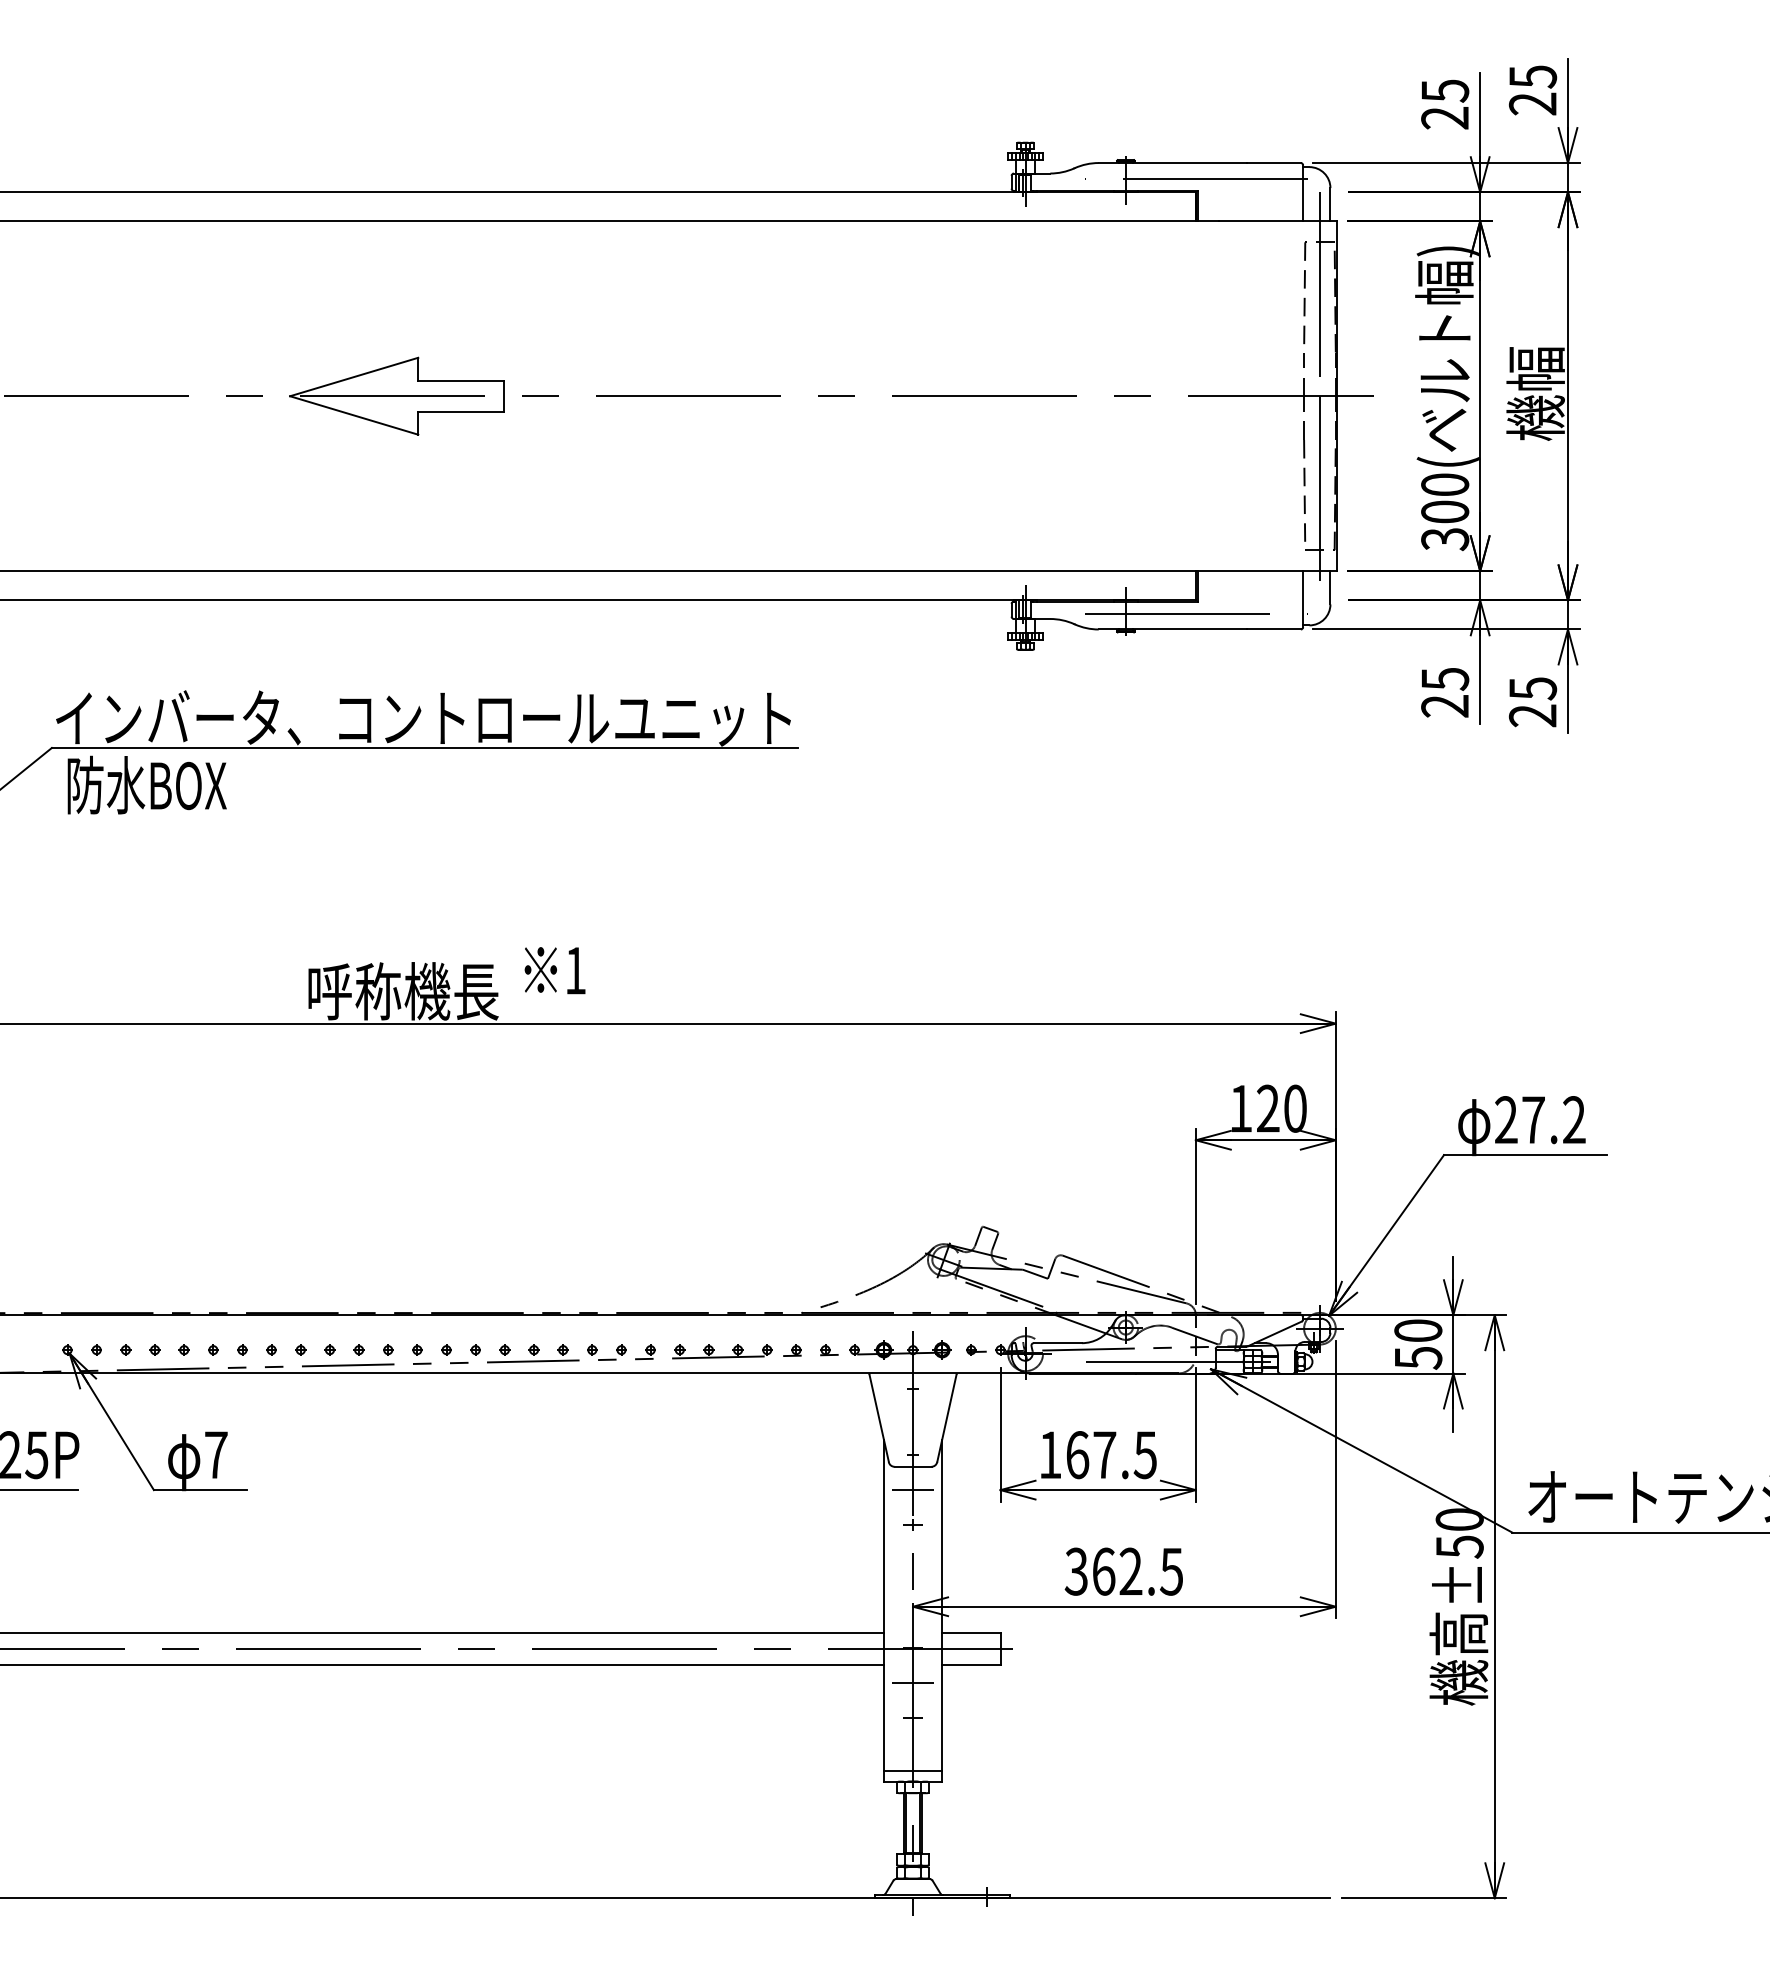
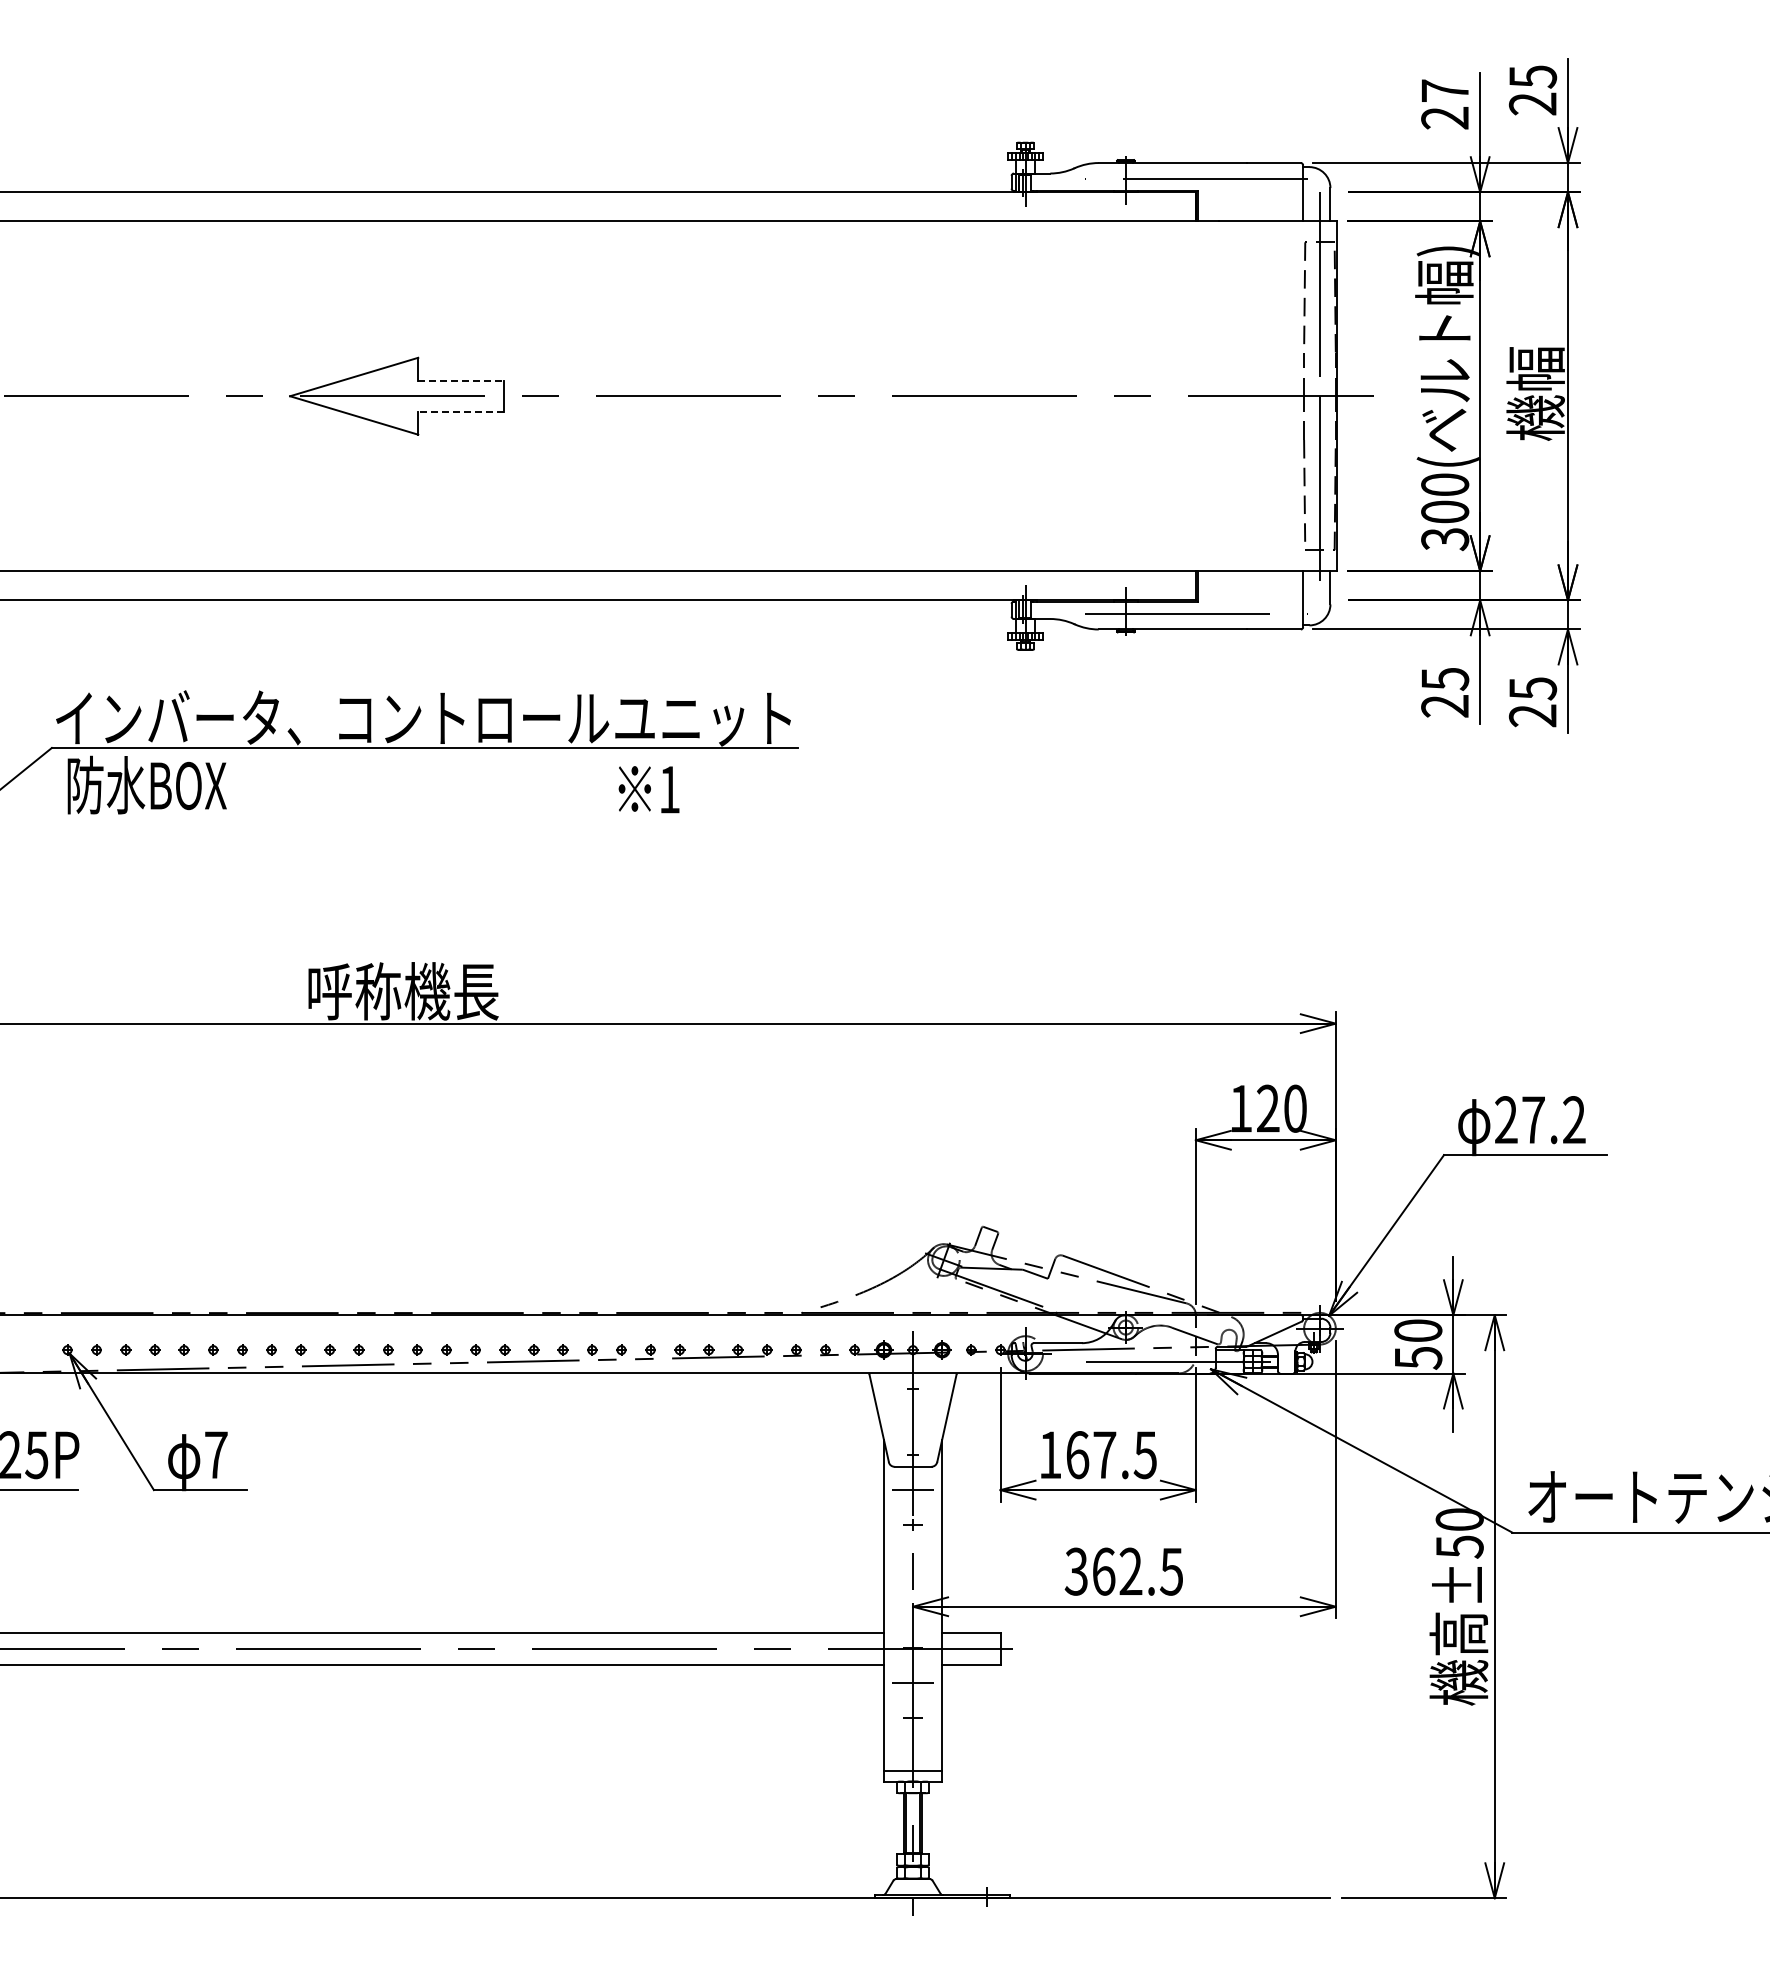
text at (1445, 90): 25 -> 27
line at (460, 380): solid -> dashed
line at (460, 411): solid -> dashed
text at (554, 970) position: (554, 970) -> (648, 789)
